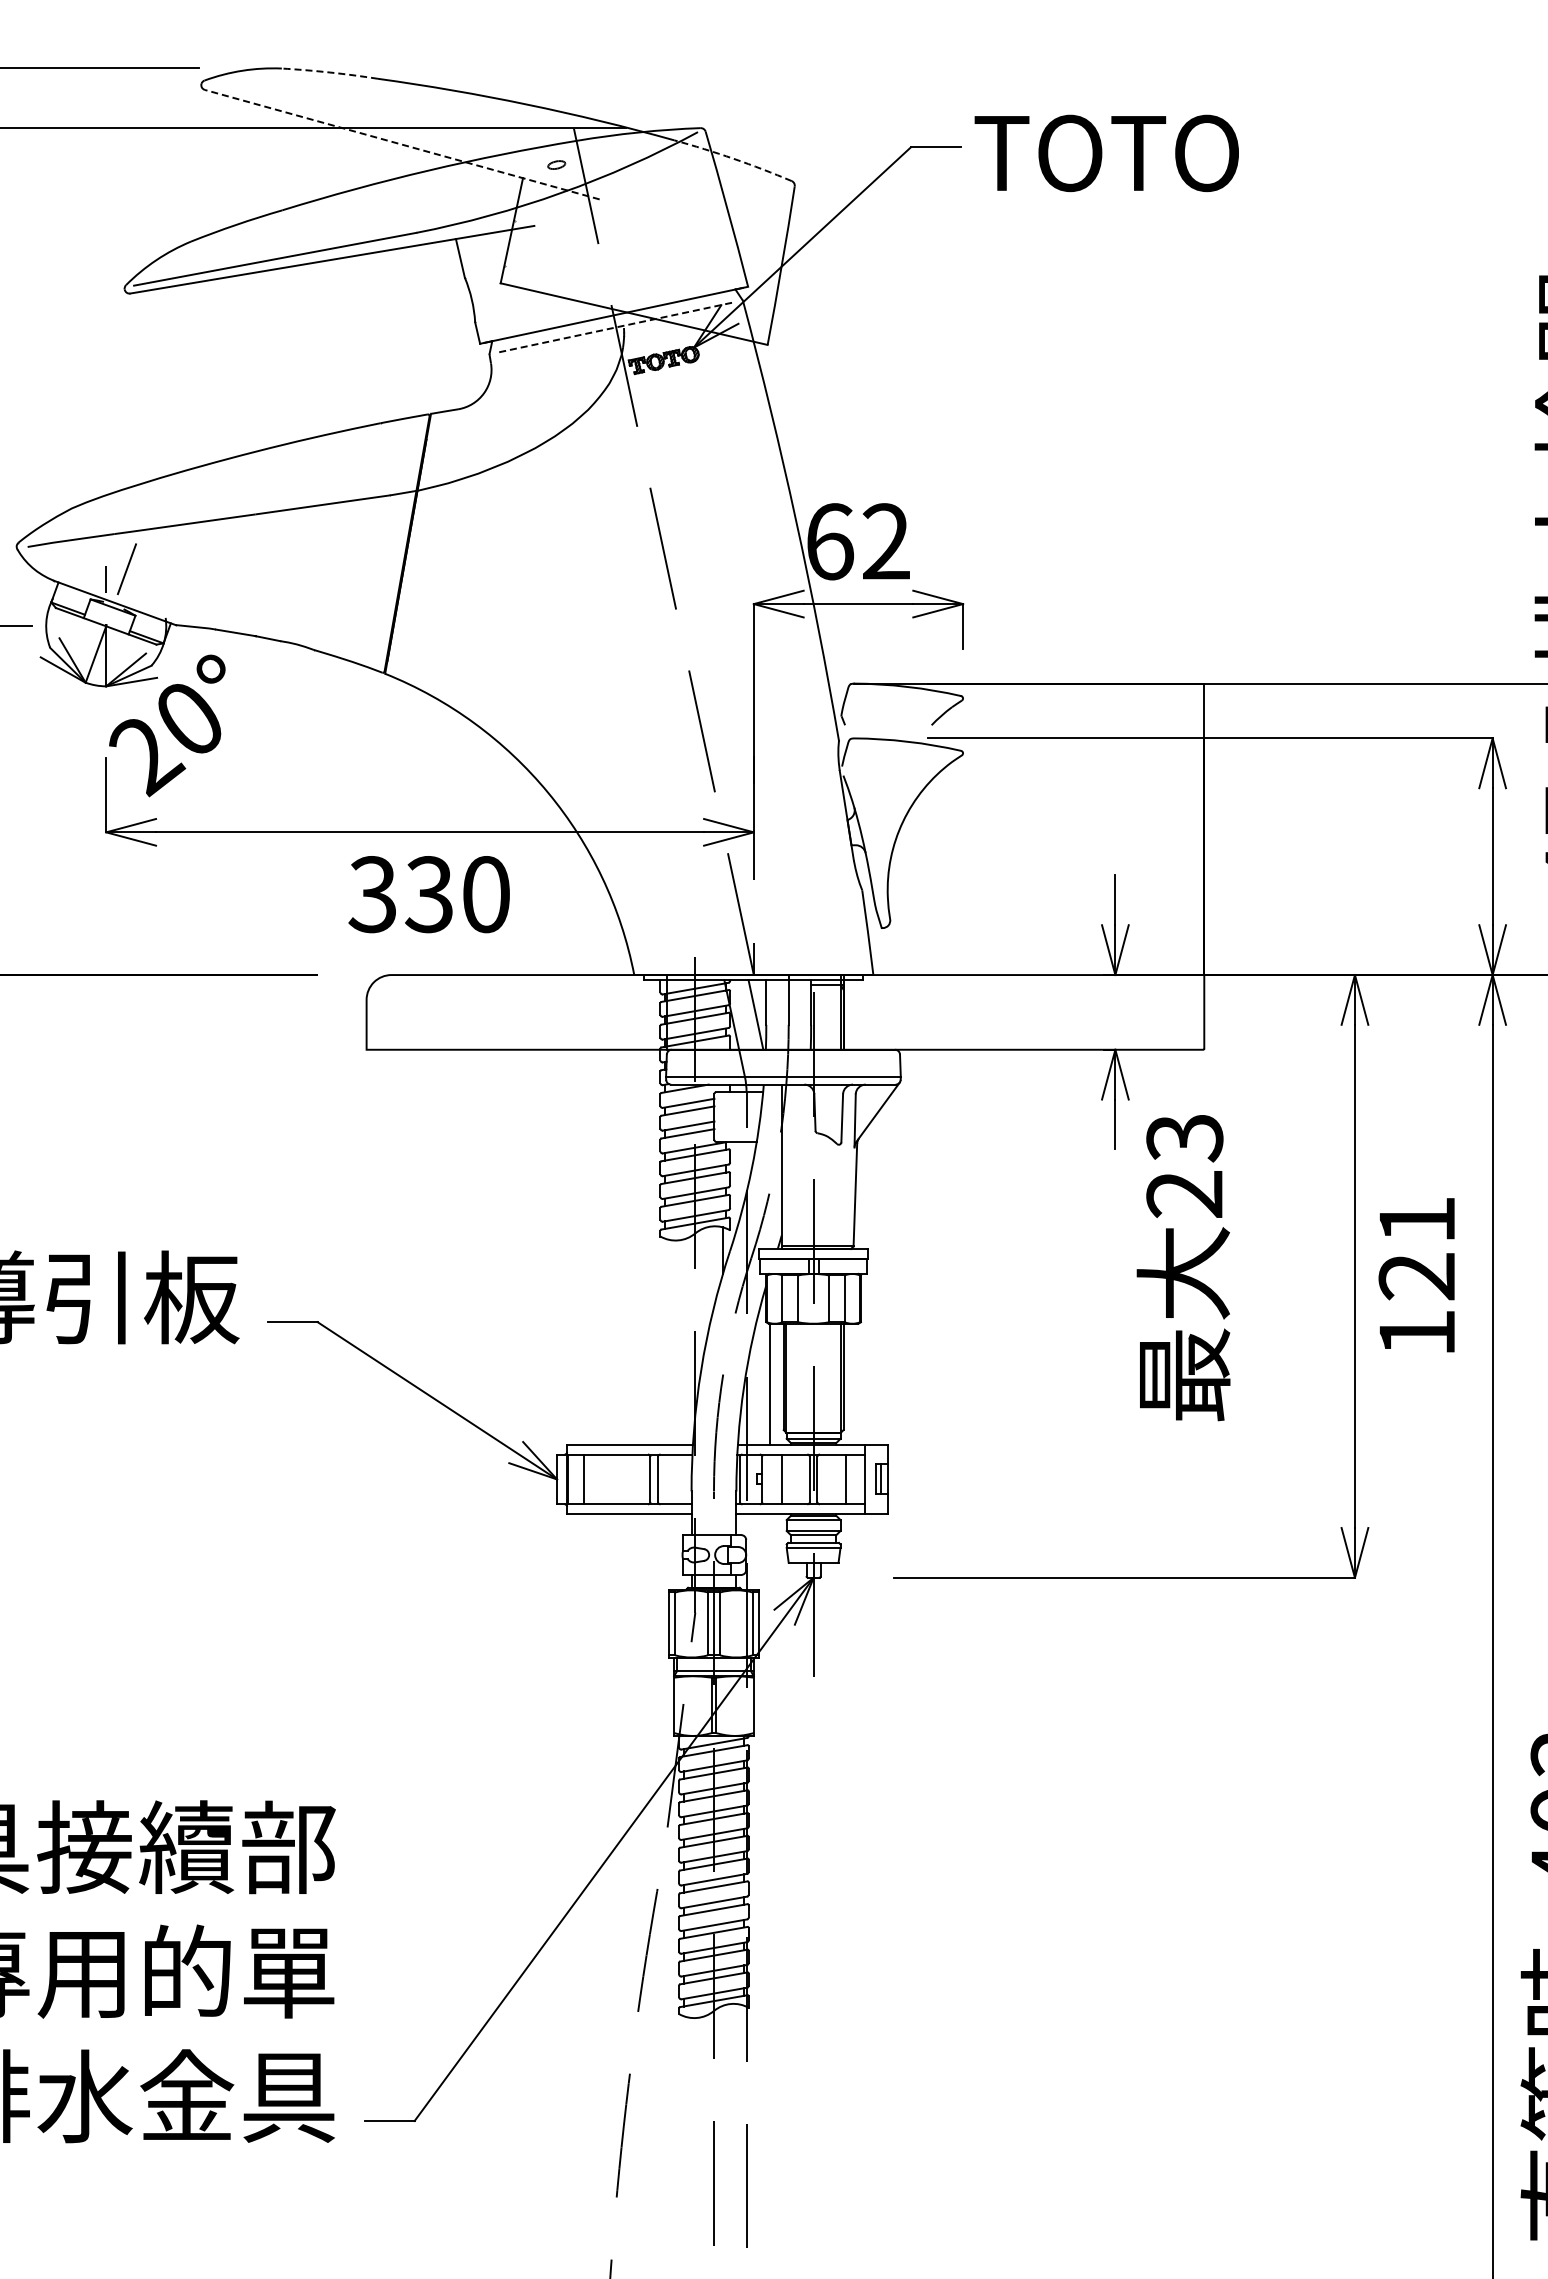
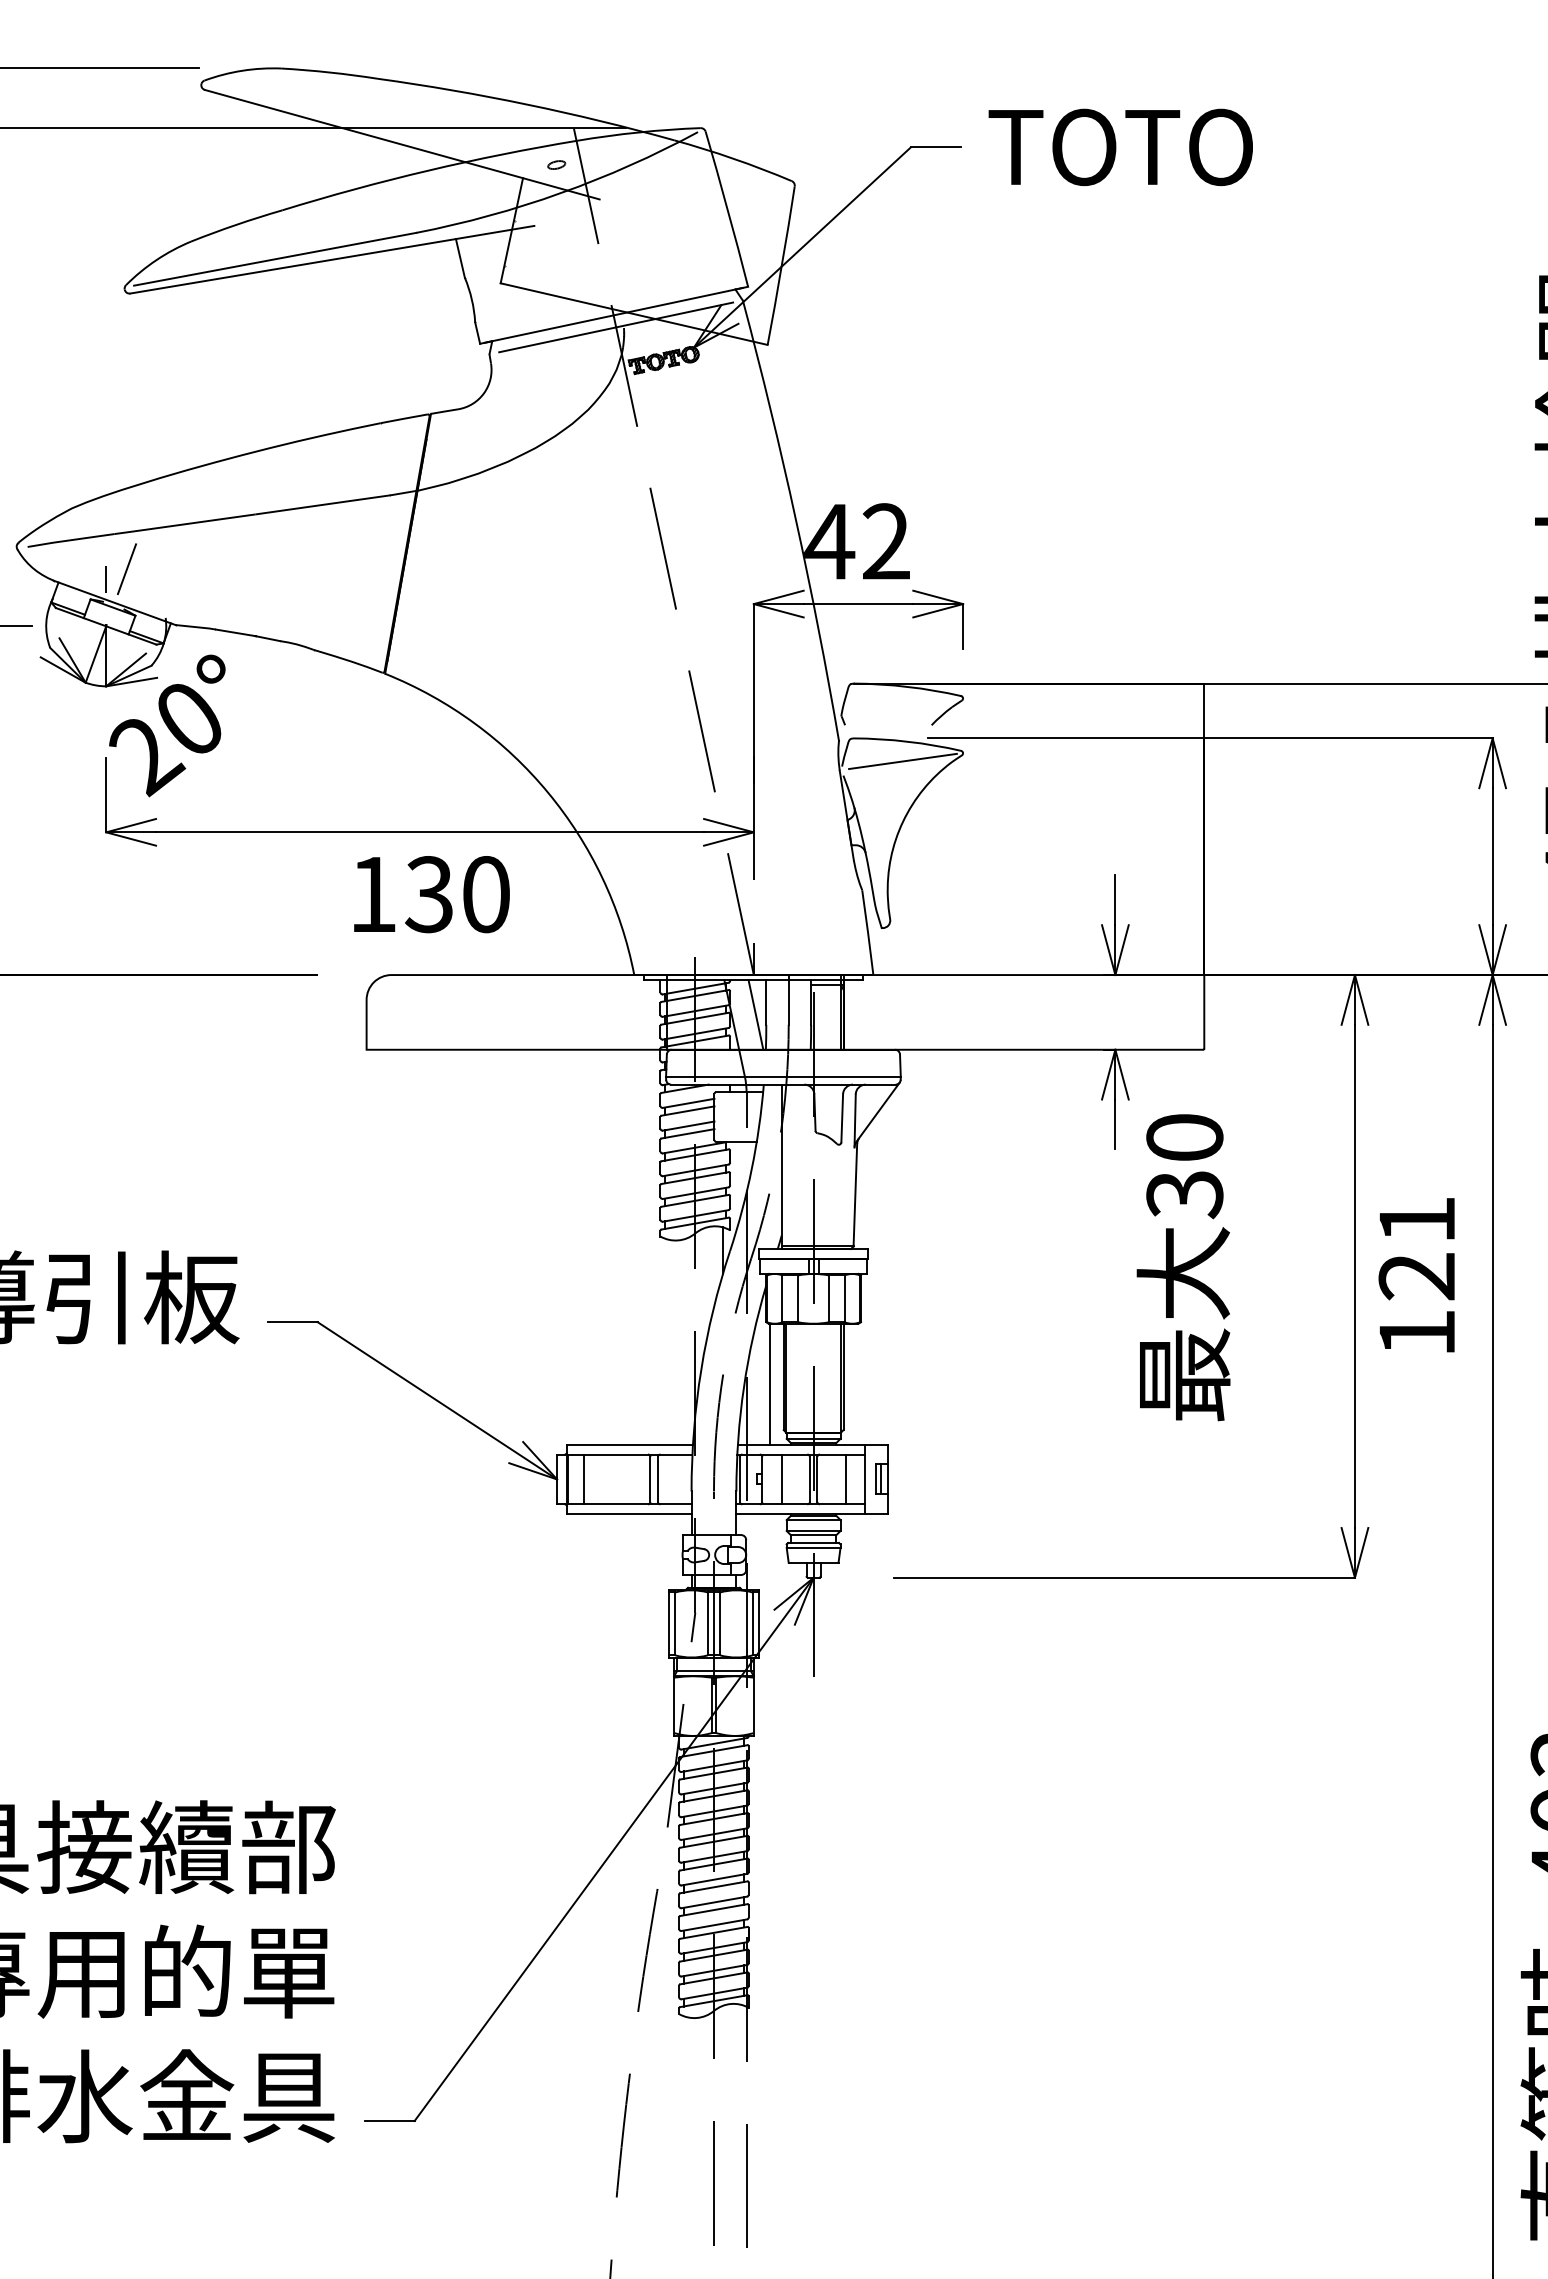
arc at (330, 72): dashed -> solid
line at (402, 144): dashed -> solid
text at (1106, 153) position: (1106, 153) -> (1120, 147)
arc at (733, 158): dashed -> solid
line at (616, 327): dashed -> solid
text at (829, 541): 62 -> 42
line at (902, 761): none -> present
text at (371, 894): 330 -> 130
text at (1184, 1166): 23 -> 30
